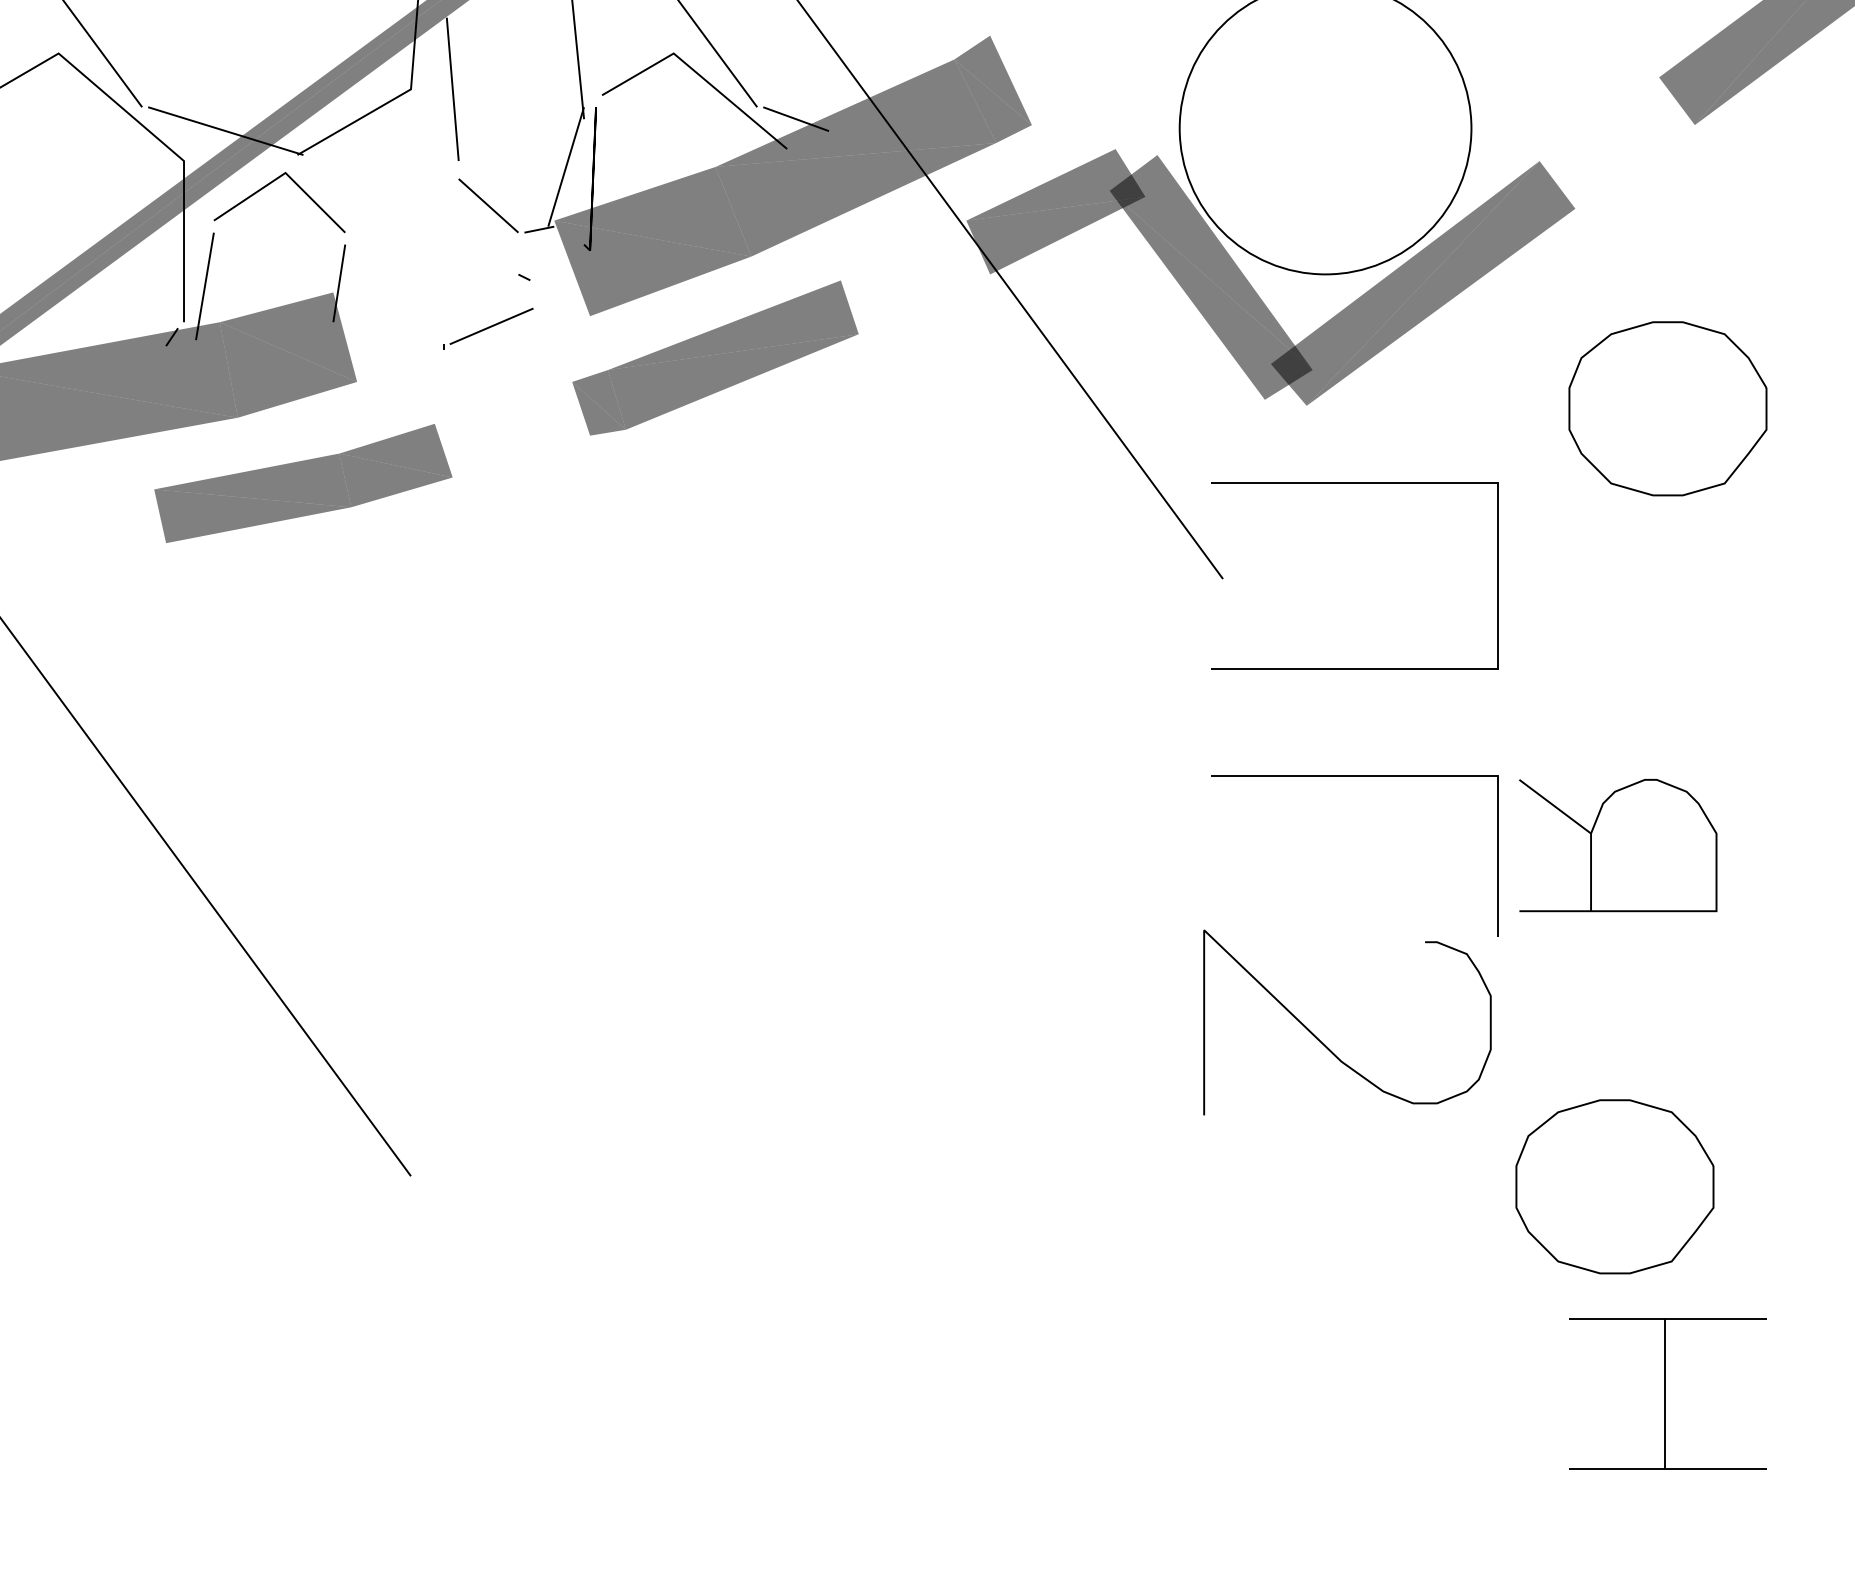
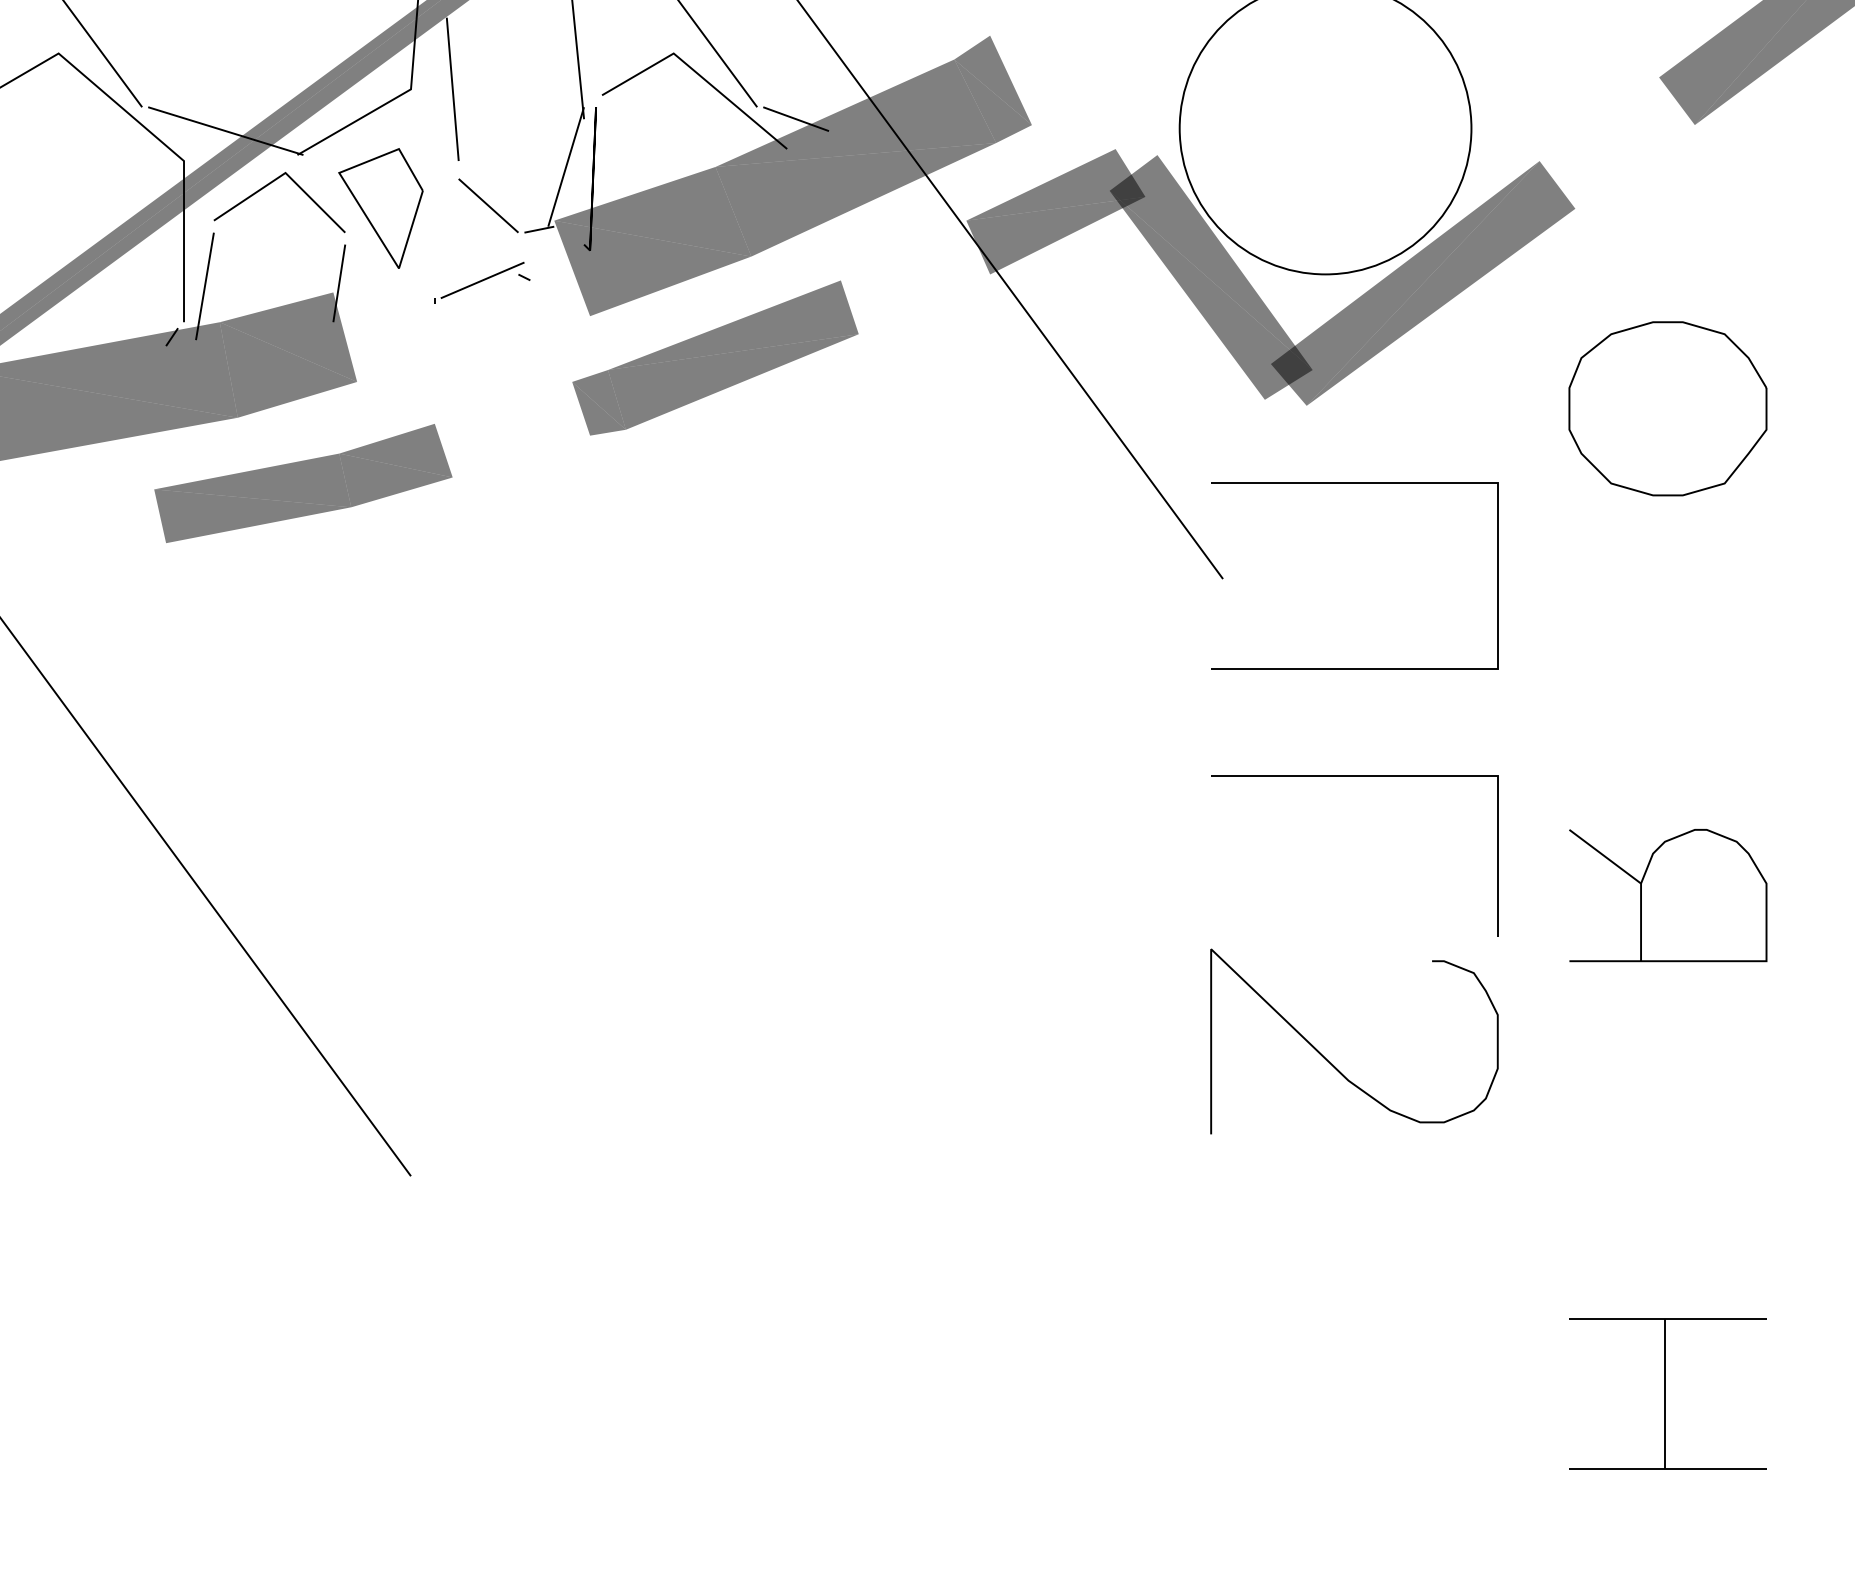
part at (380, 208): none -> present
part at (488, 328) position: (488, 328) -> (479, 282)
part at (1618, 845) position: (1618, 845) -> (1668, 895)
curve at (1325, 1044) position: (1325, 1044) -> (1332, 1063)
part at (1614, 1186): present -> none
